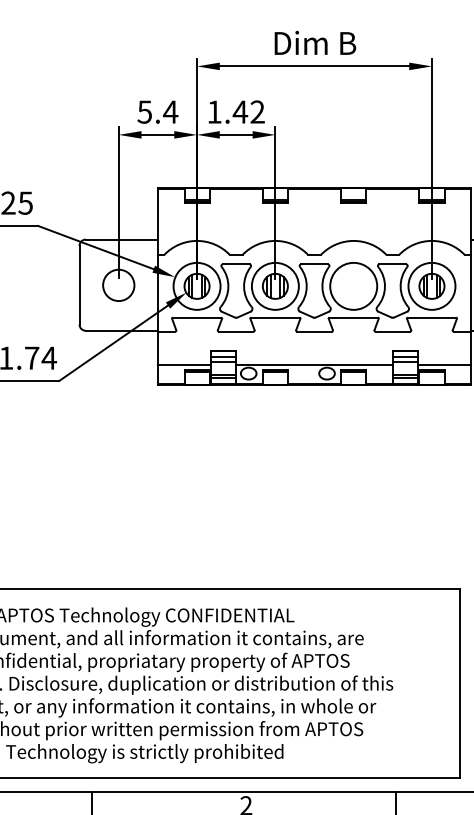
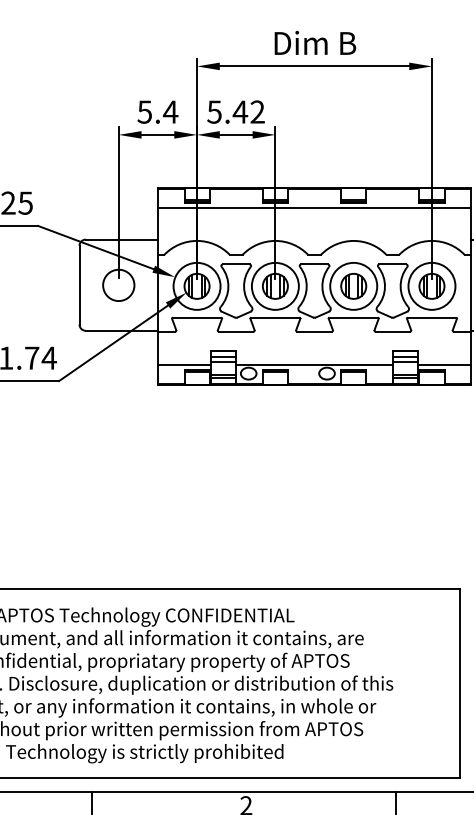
text at (214, 111): 1.42 -> 5.42
line at (313, 207): none -> present
part at (353, 286): none -> present
